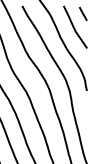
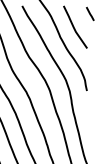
line at (83, 13) position: (83, 13) -> (90, 13)
